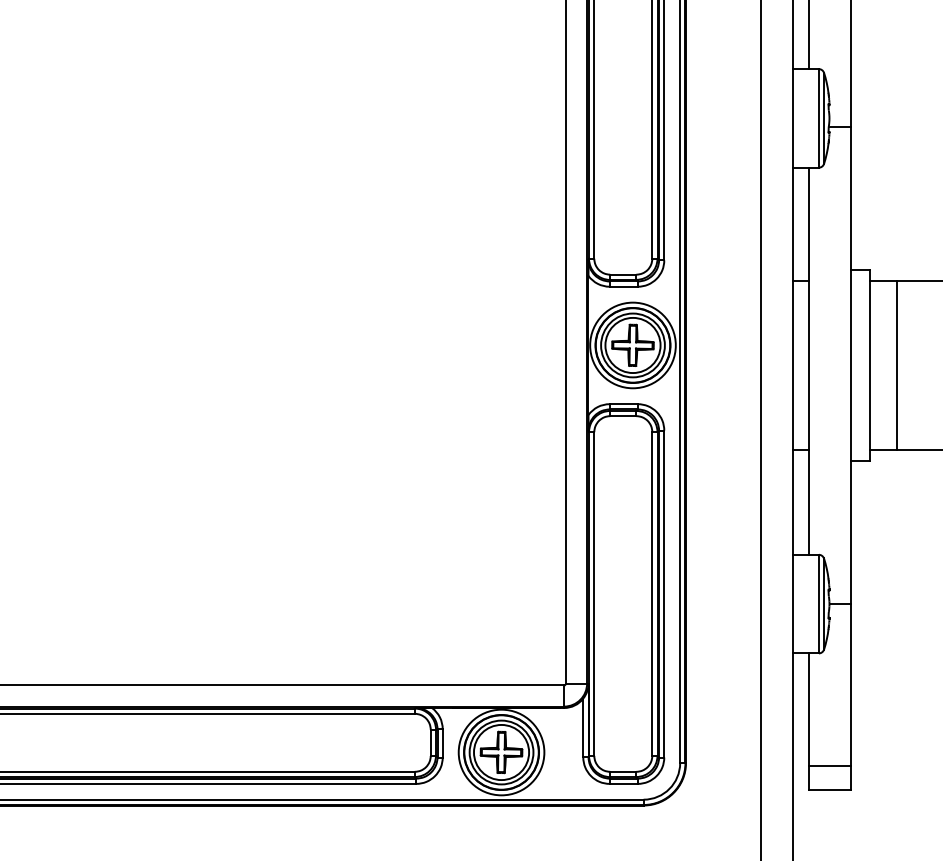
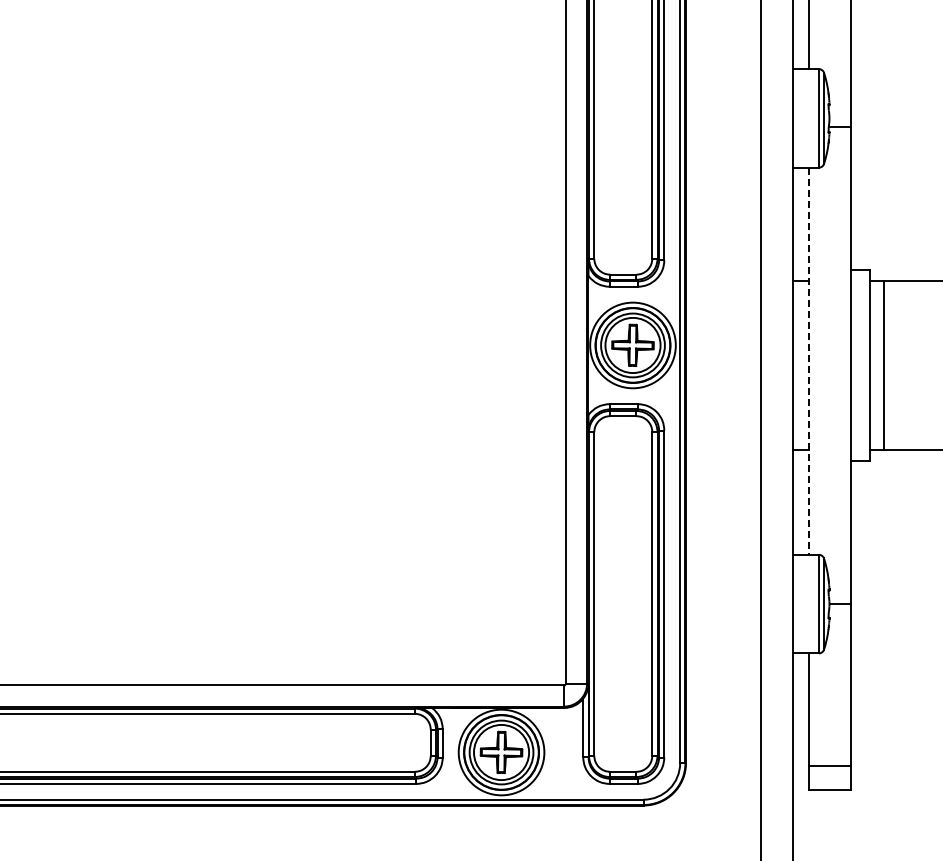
line at (808, 361): solid -> dashed
line at (896, 365) position: (896, 365) -> (883, 365)
